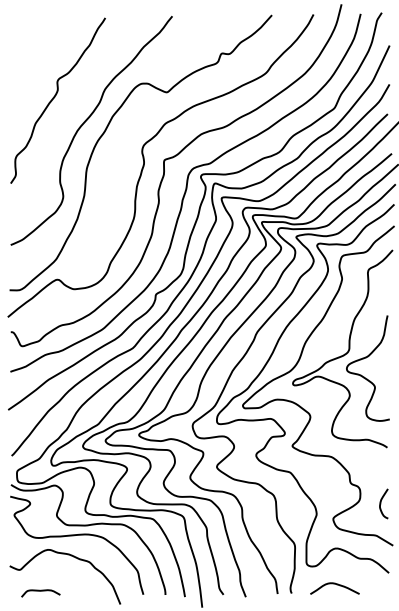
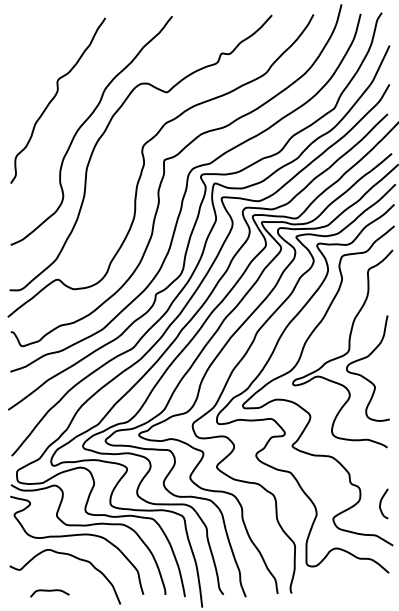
curve at (336, 585): present -> none
curve at (40, 591) position: (40, 591) -> (49, 591)
